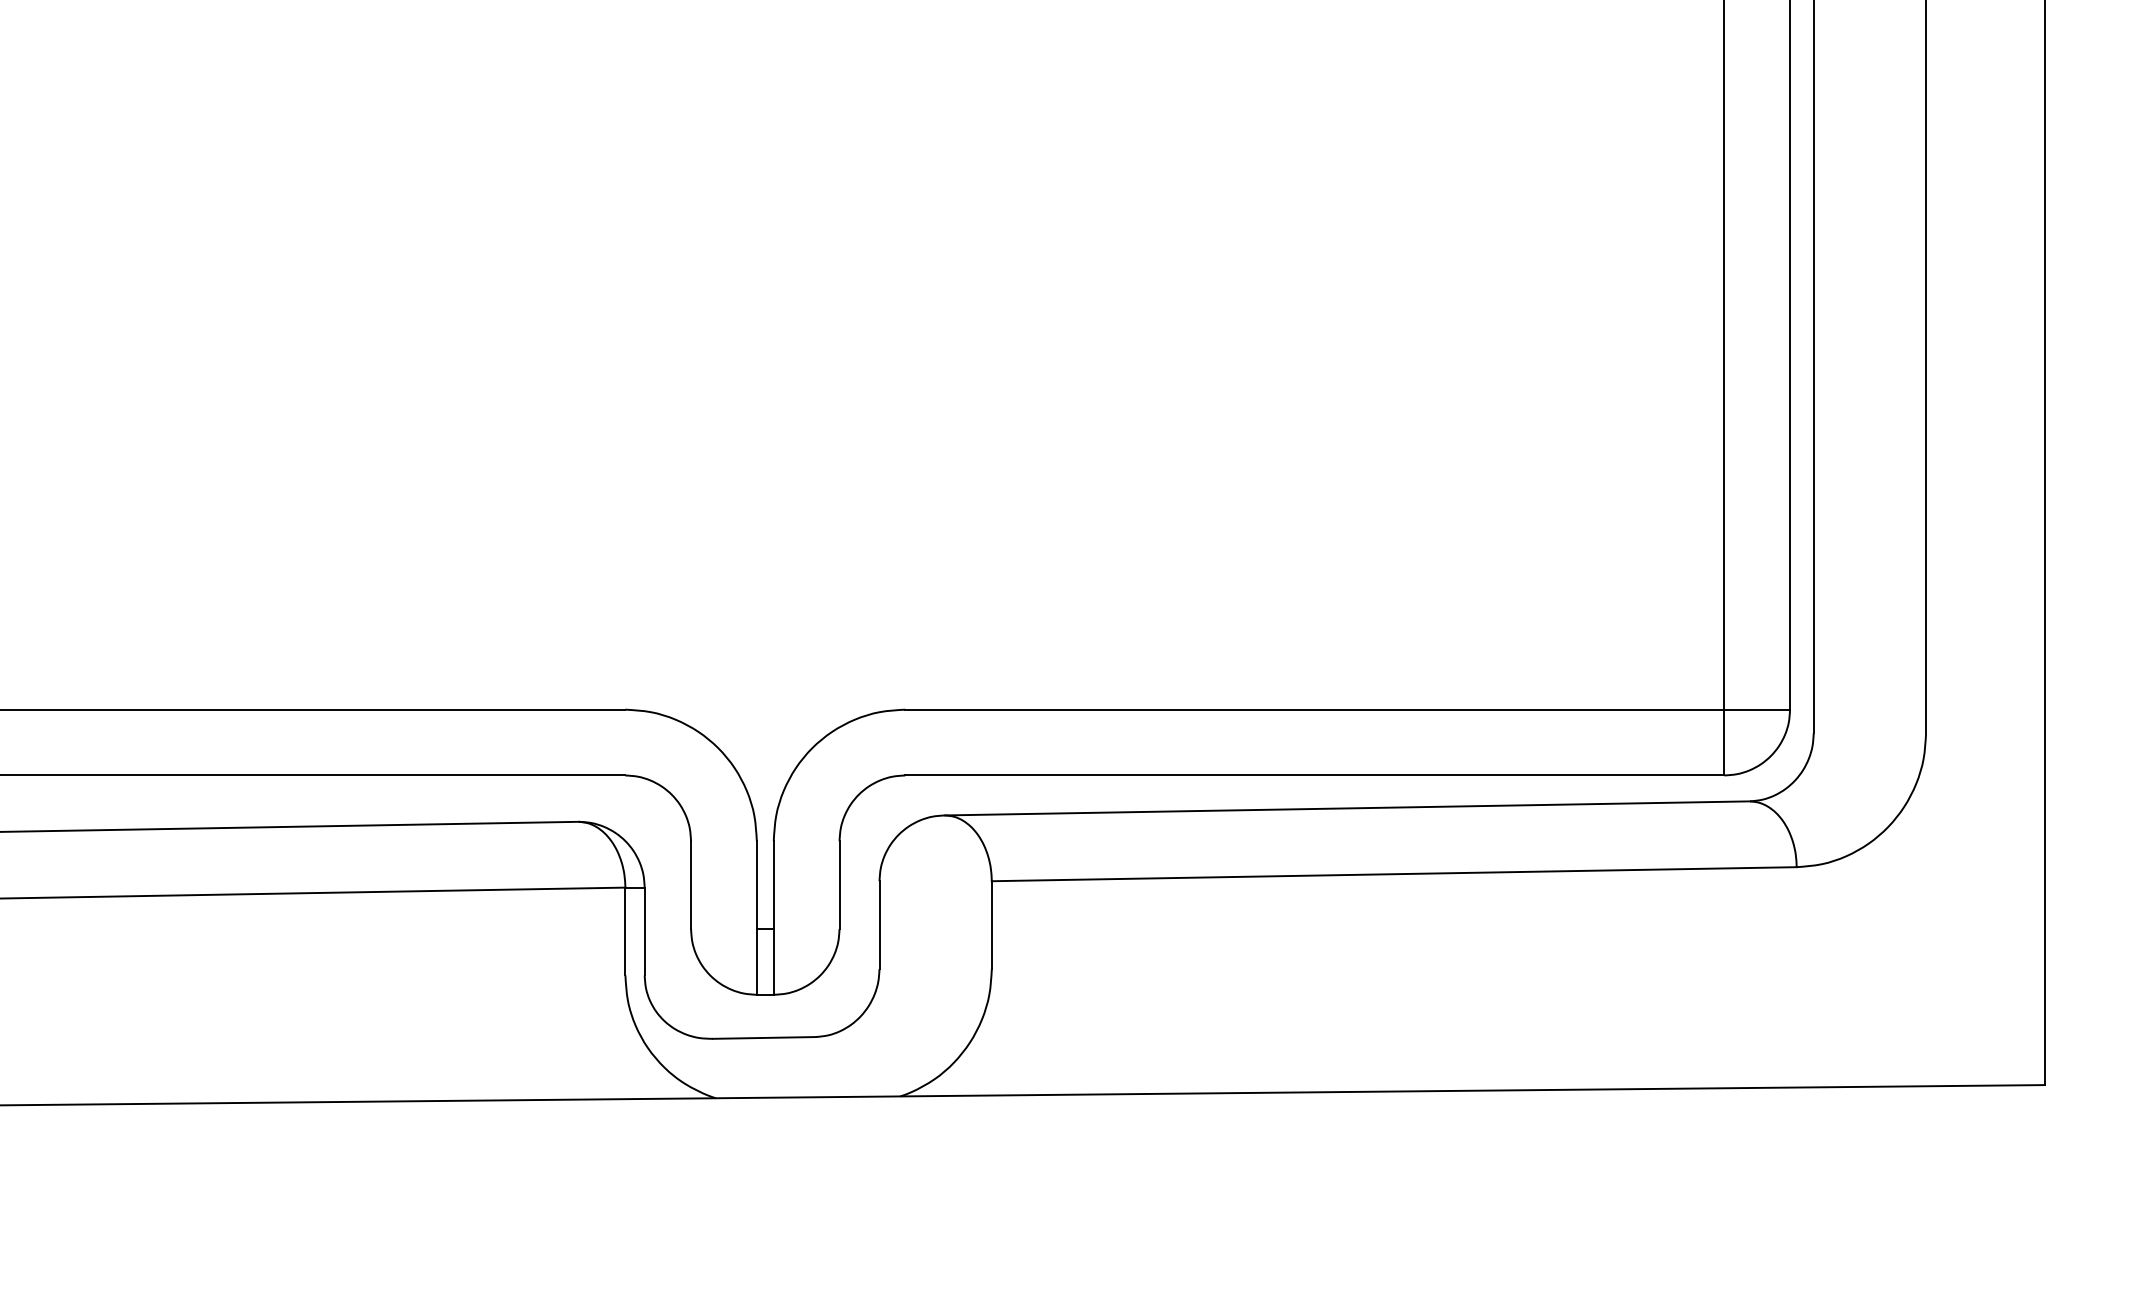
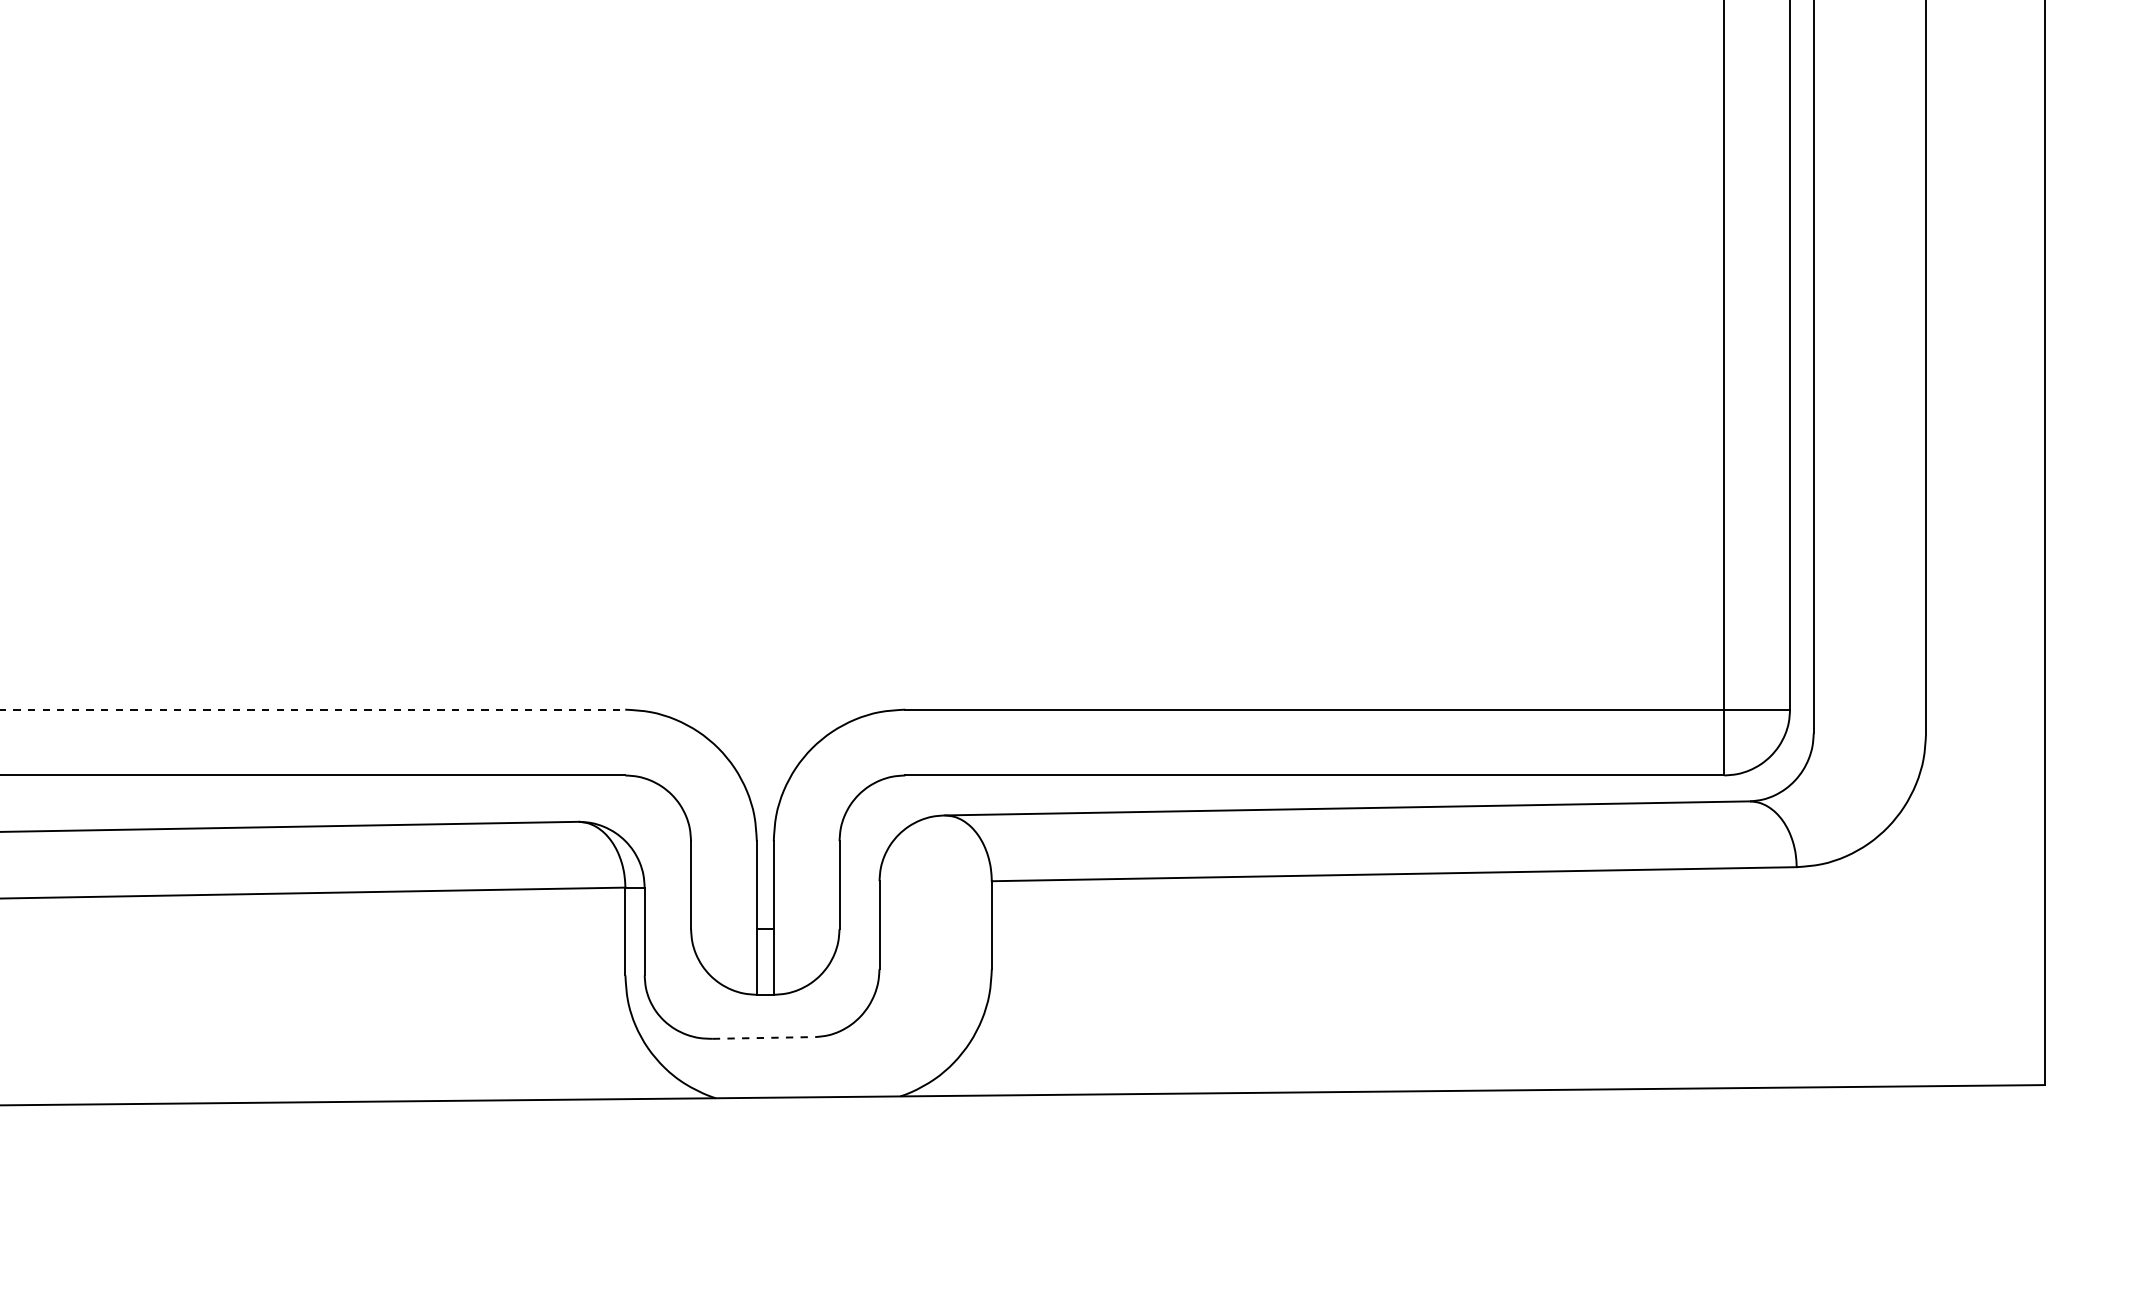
line at (313, 709): solid -> dashed
line at (764, 1037): solid -> dashed
